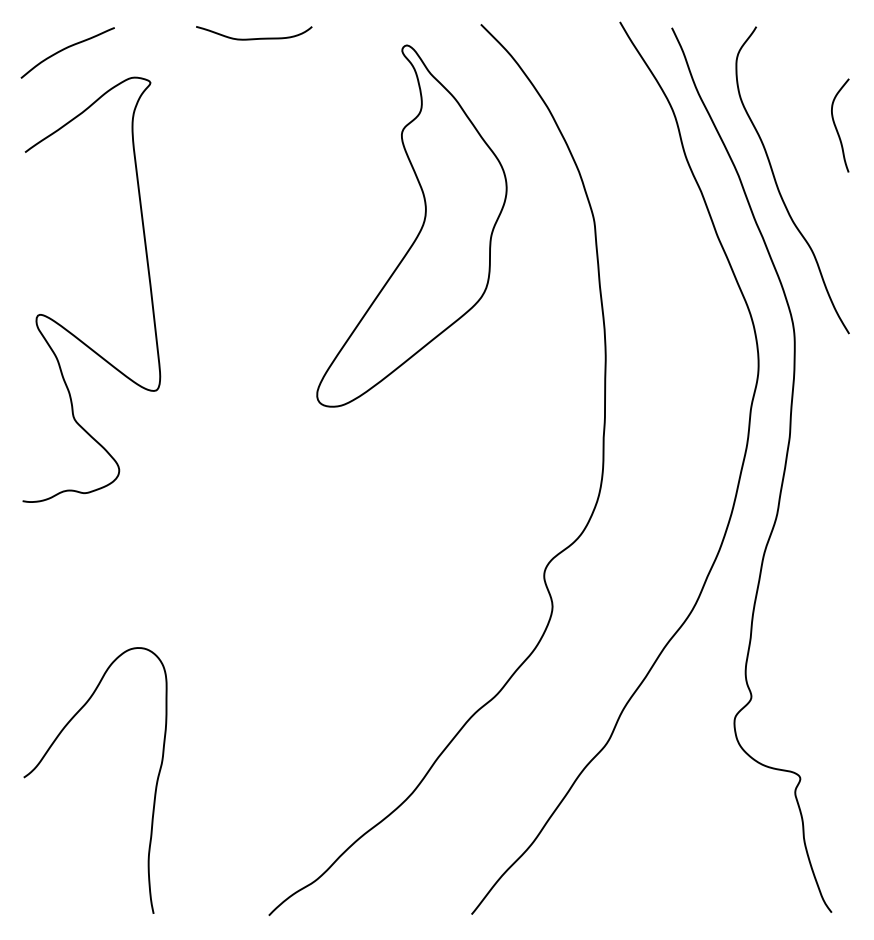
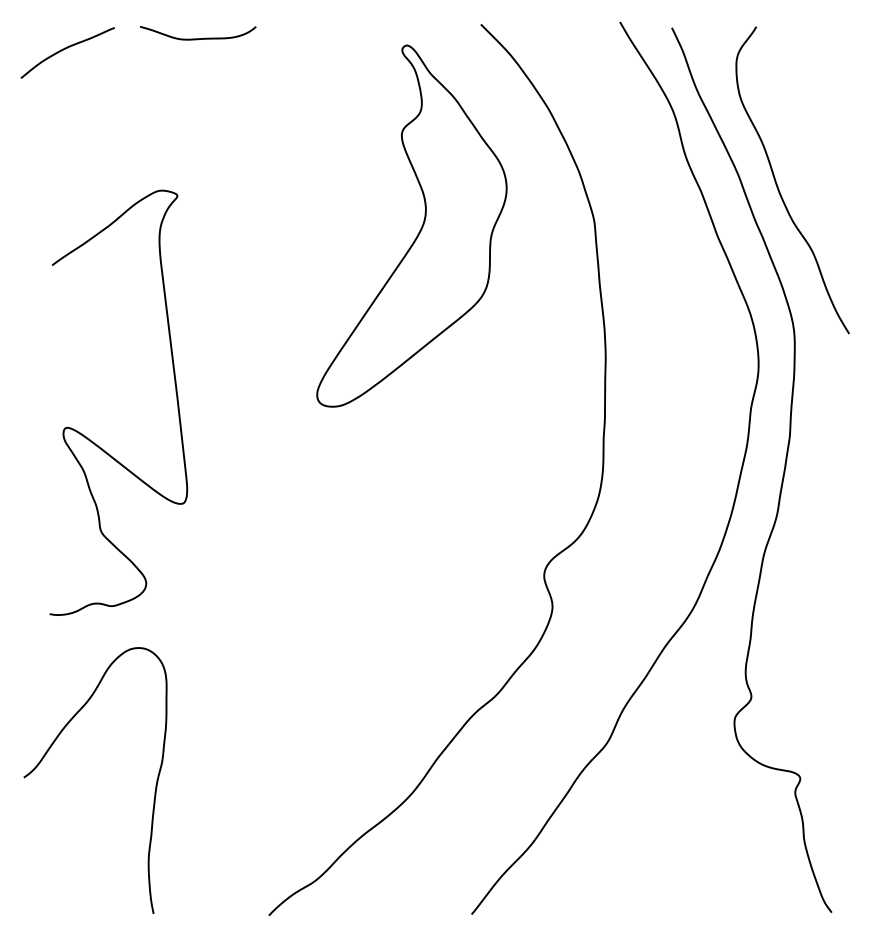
curve at (254, 38) position: (254, 38) -> (198, 38)
curve at (836, 126): present -> none
curve at (62, 325) position: (62, 325) -> (89, 438)
